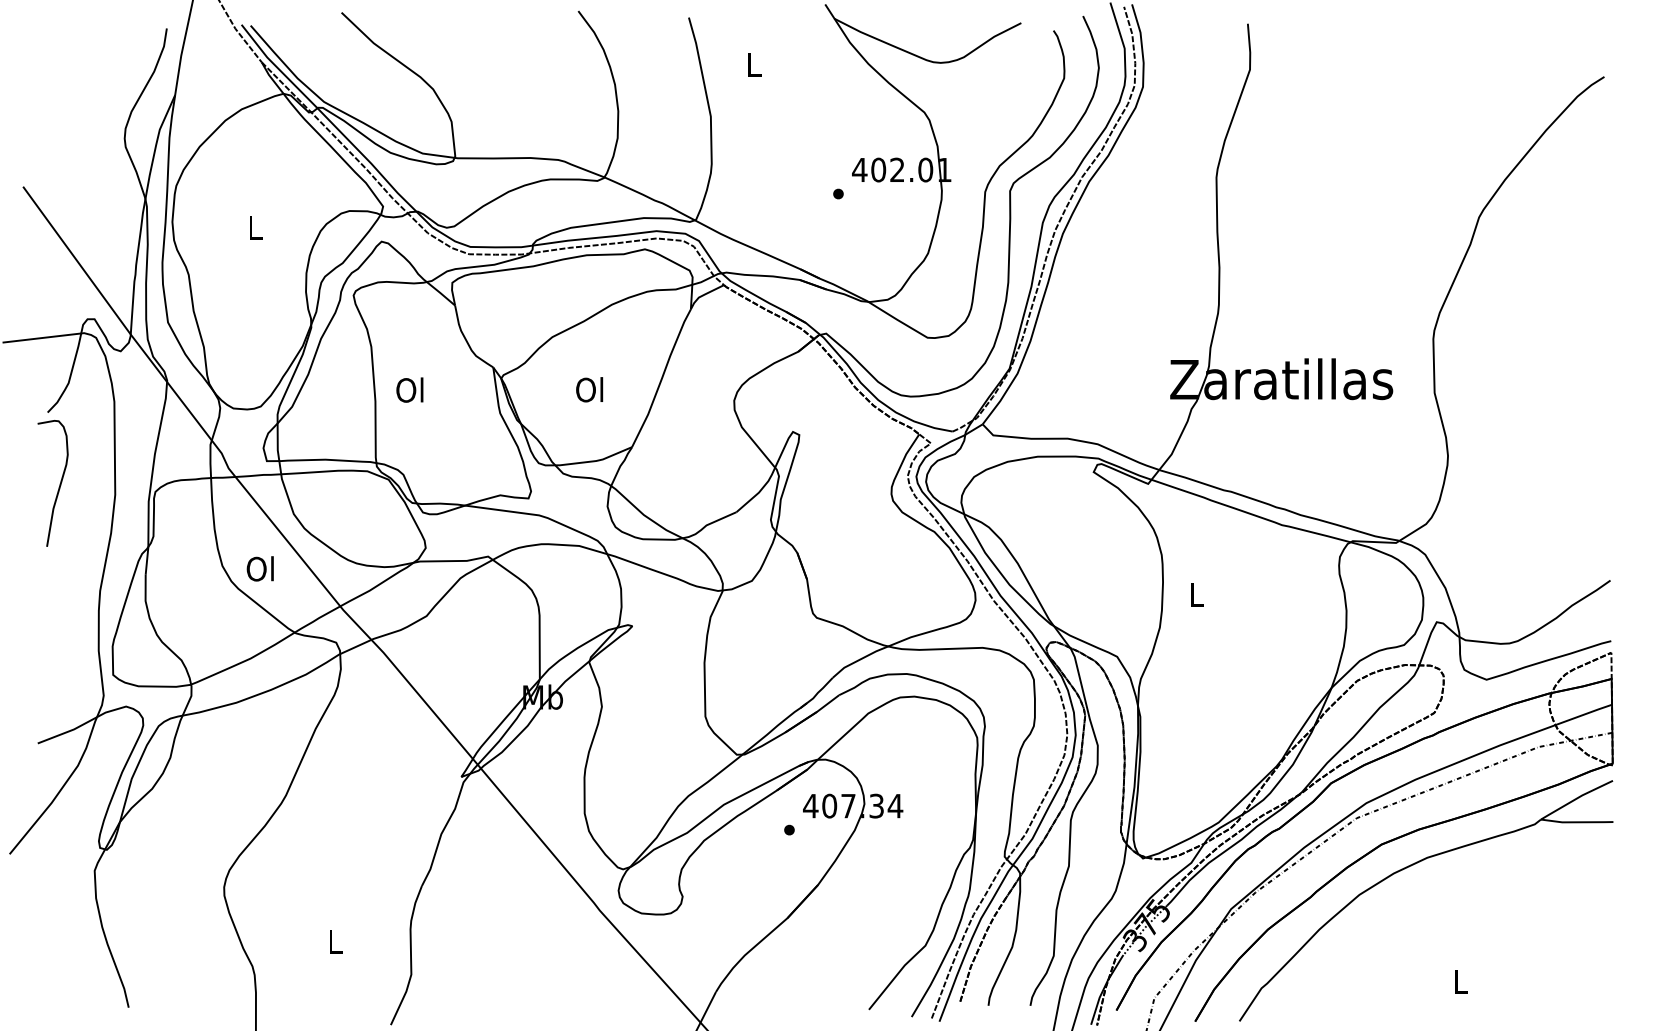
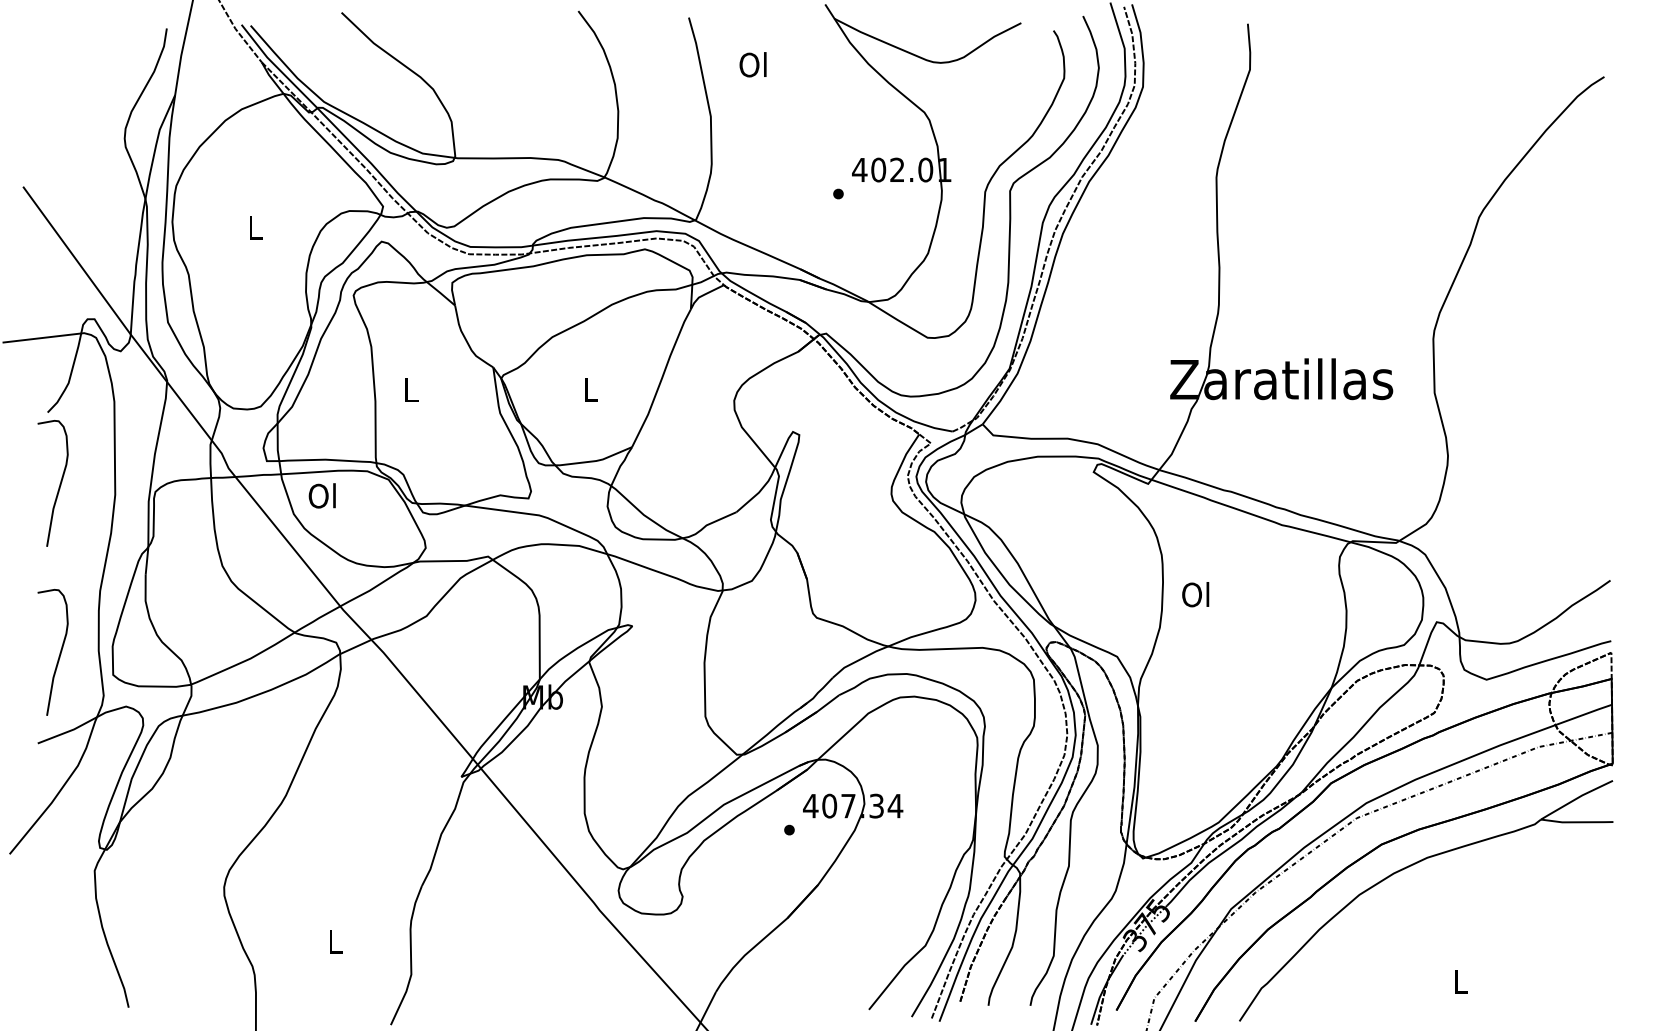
text at (752, 64): L -> Ol
text at (409, 389): Ol -> L
text at (589, 389): Ol -> L
text at (259, 568) position: (259, 568) -> (321, 495)
text at (1195, 594): L -> Ol
curve at (59, 653): none -> present
